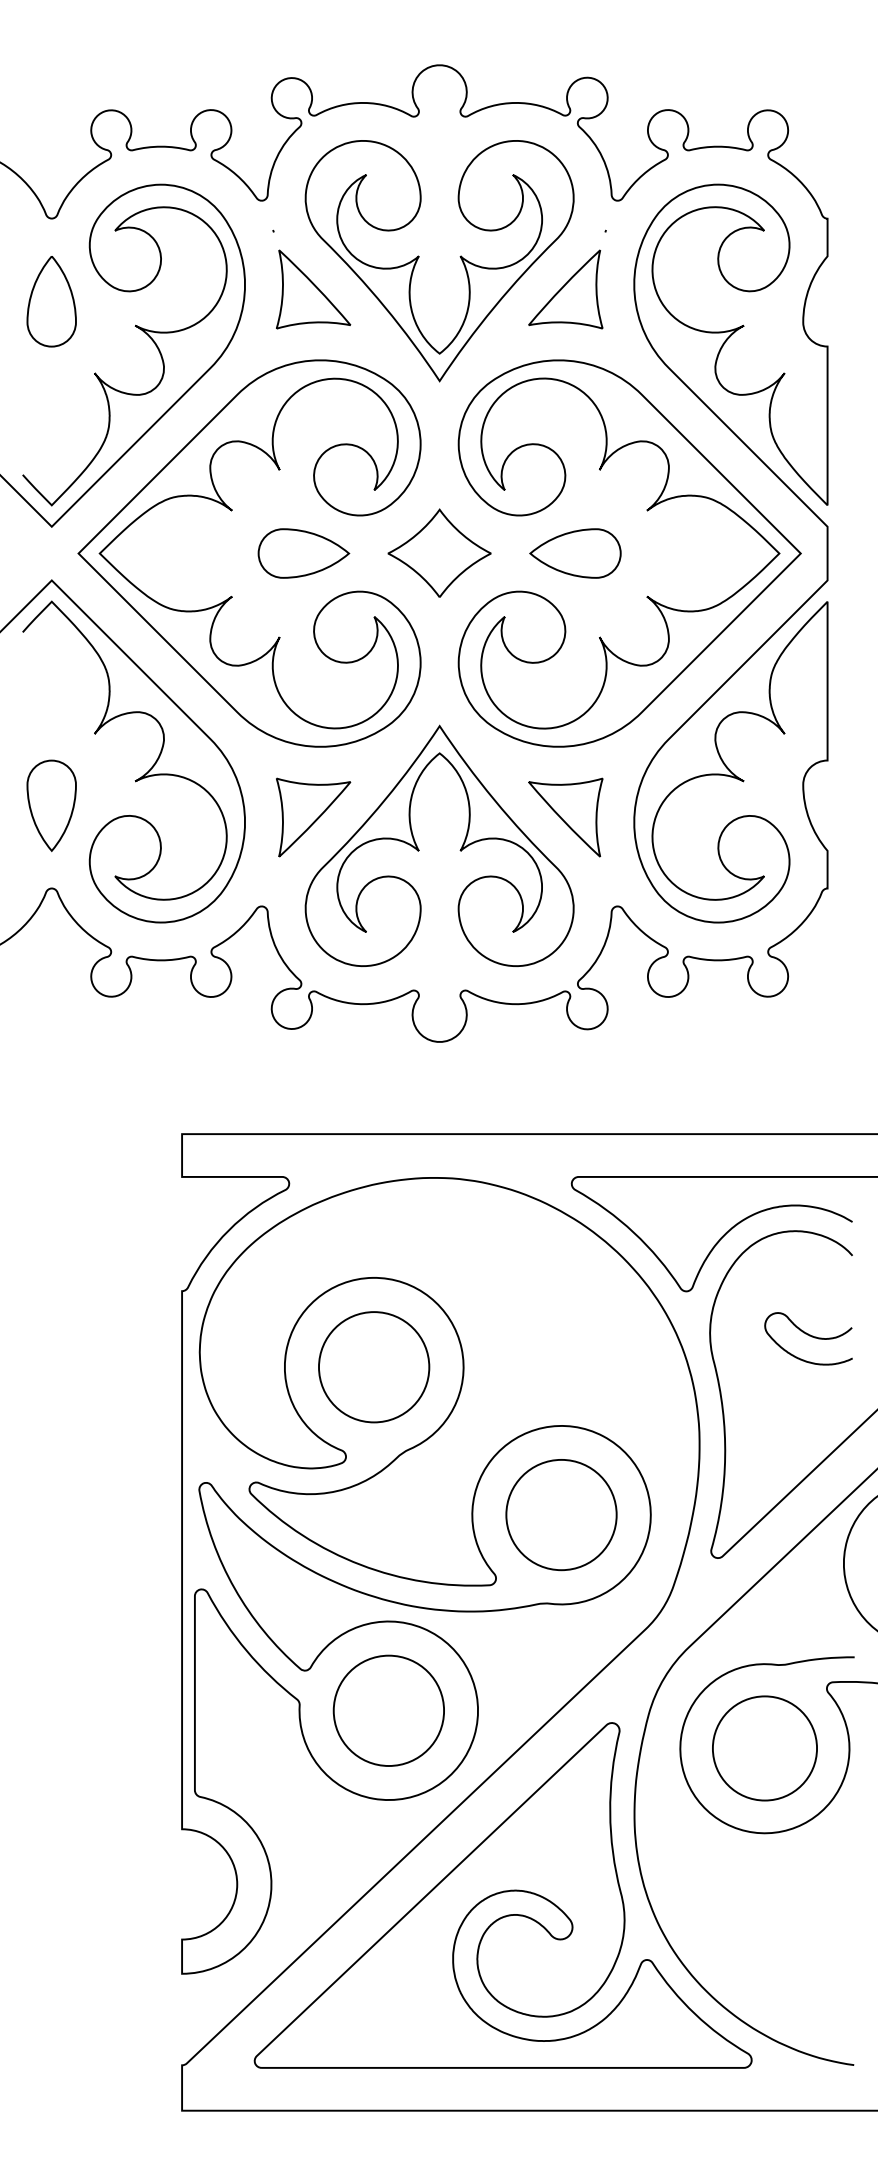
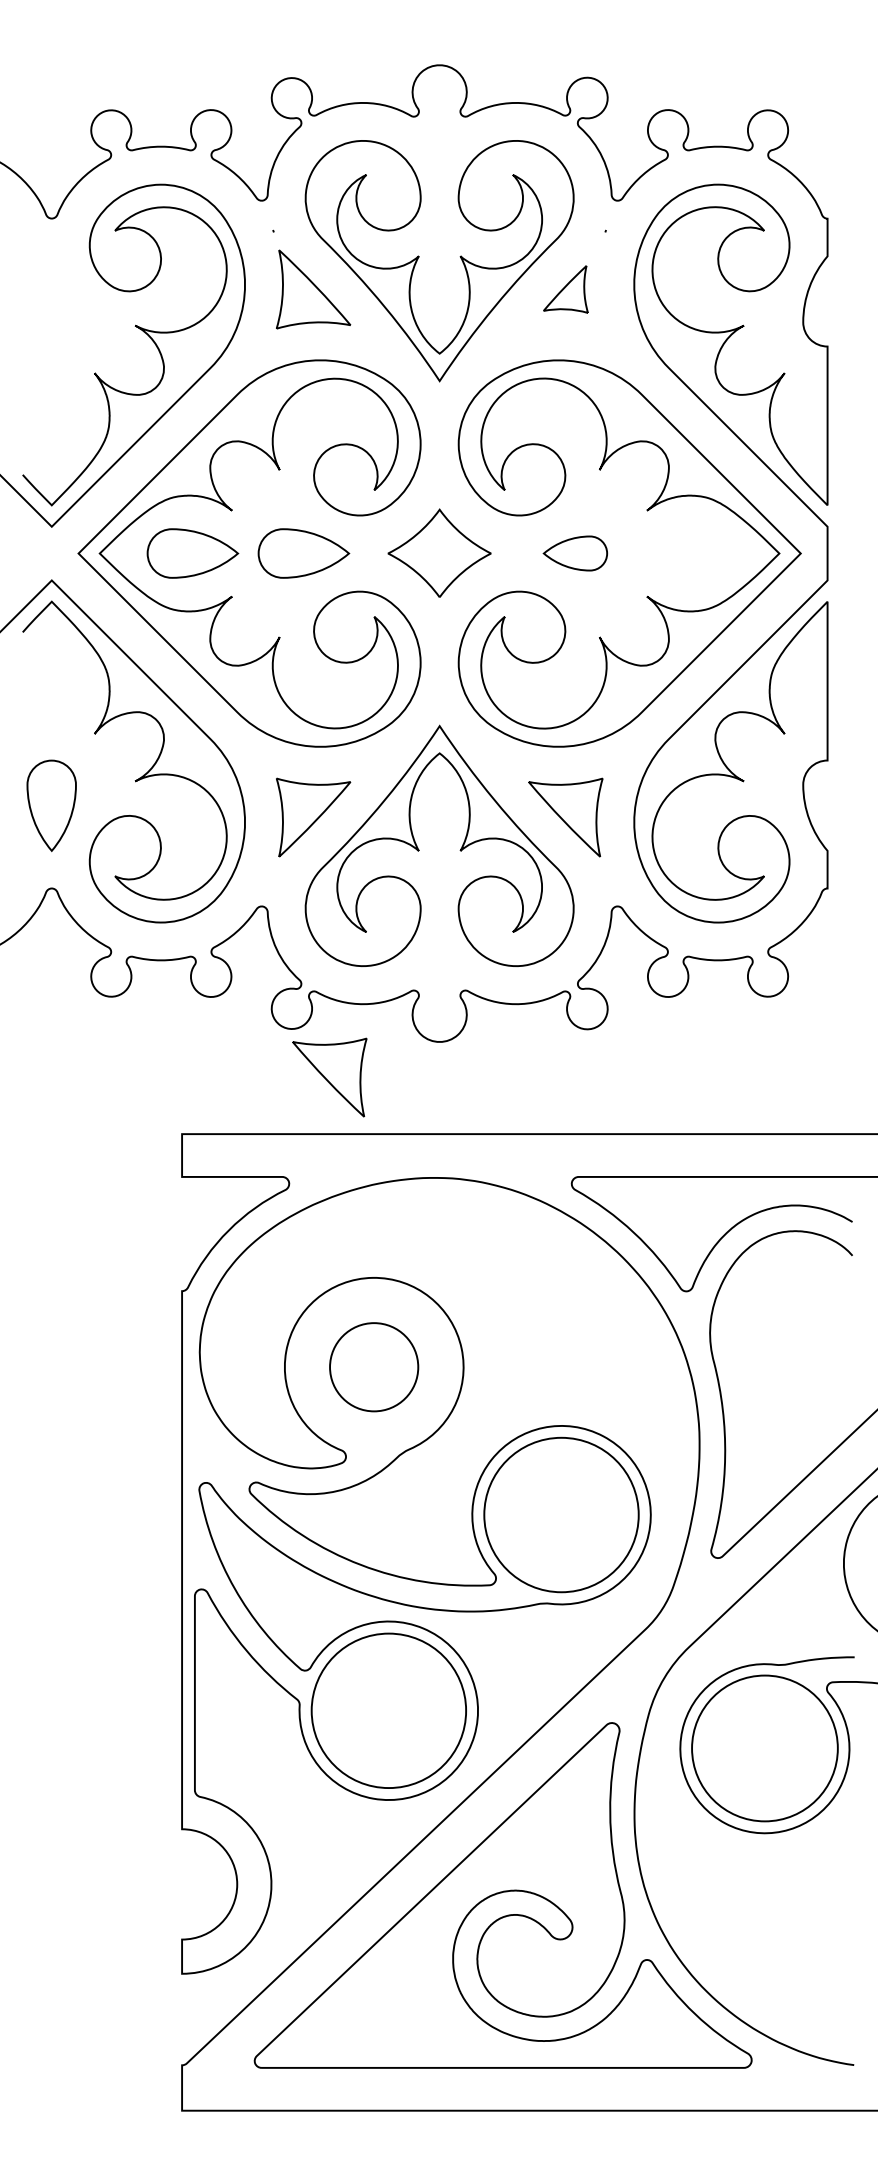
part at (565, 289) size: 76x81 px -> 46x49 px
part at (51, 301): present -> none
part at (192, 553): none -> present
part at (575, 553) size: 93x51 px -> 67x37 px
part at (329, 1077): none -> present
curve at (809, 1336): present -> none
circle at (374, 1367) diameter: 110 px -> 88 px
circle at (561, 1514) diameter: 110 px -> 154 px
circle at (388, 1710) diameter: 110 px -> 154 px
circle at (764, 1748) diameter: 104 px -> 146 px
